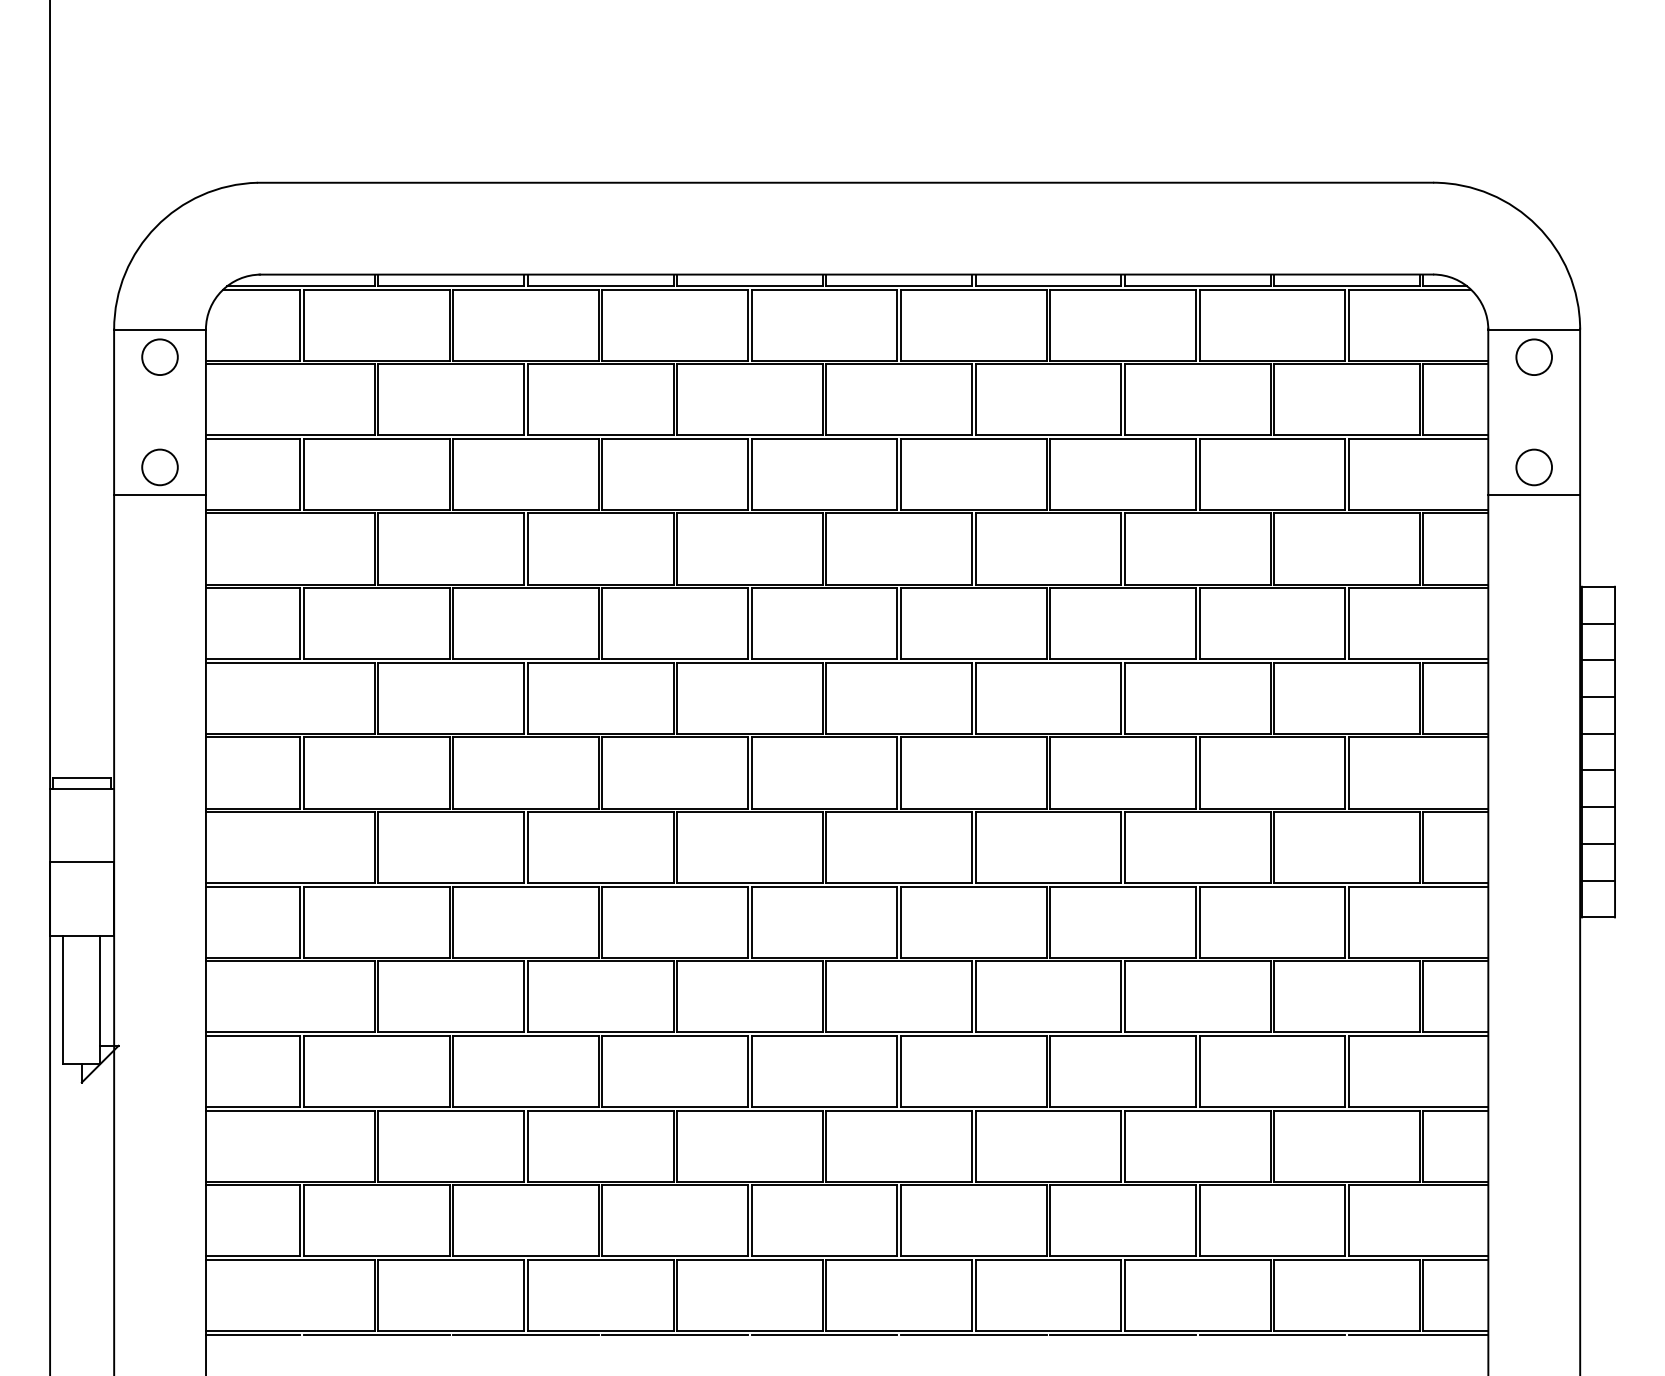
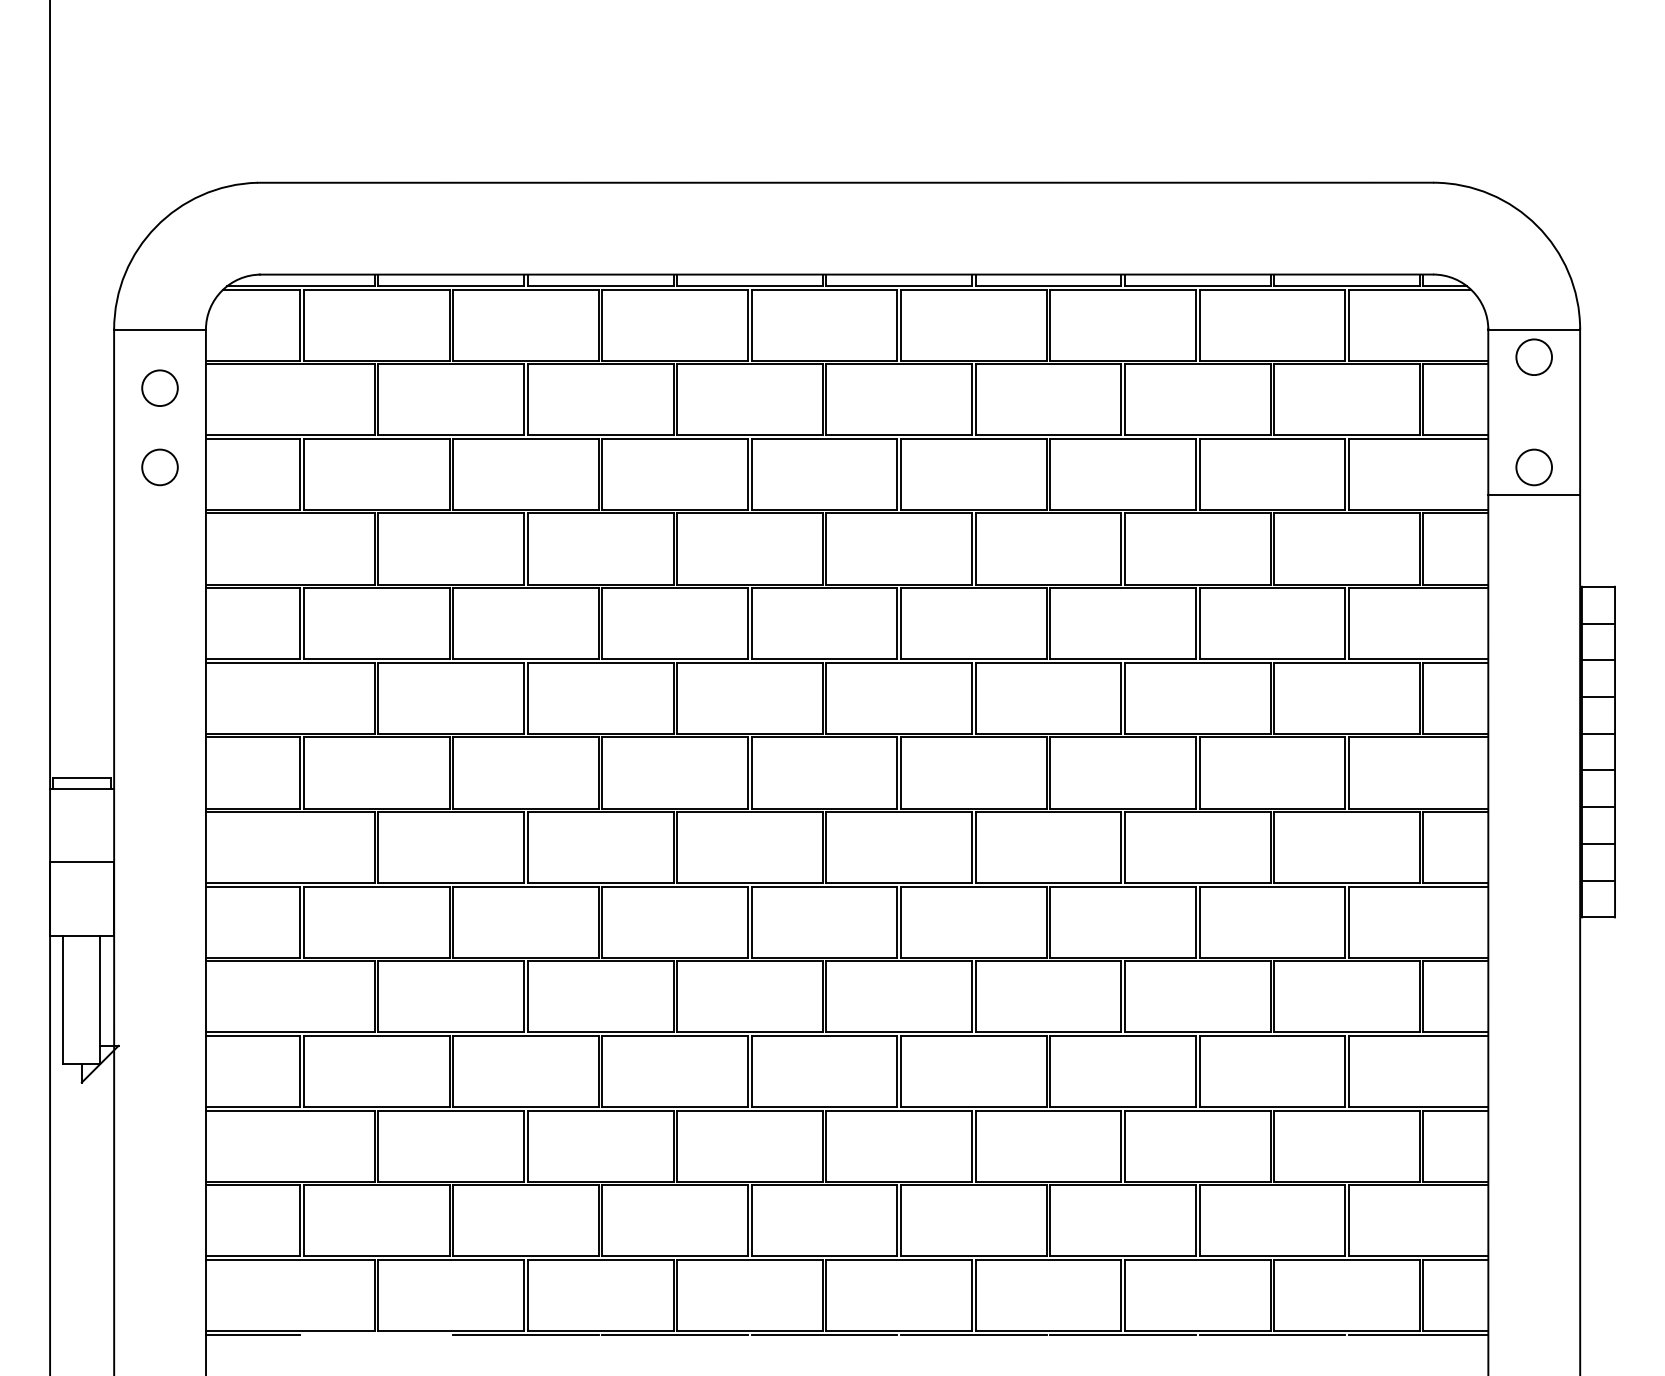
circle at (159, 356) position: (159, 356) -> (159, 387)
line at (159, 494): present -> none
line at (376, 1334): present -> none
